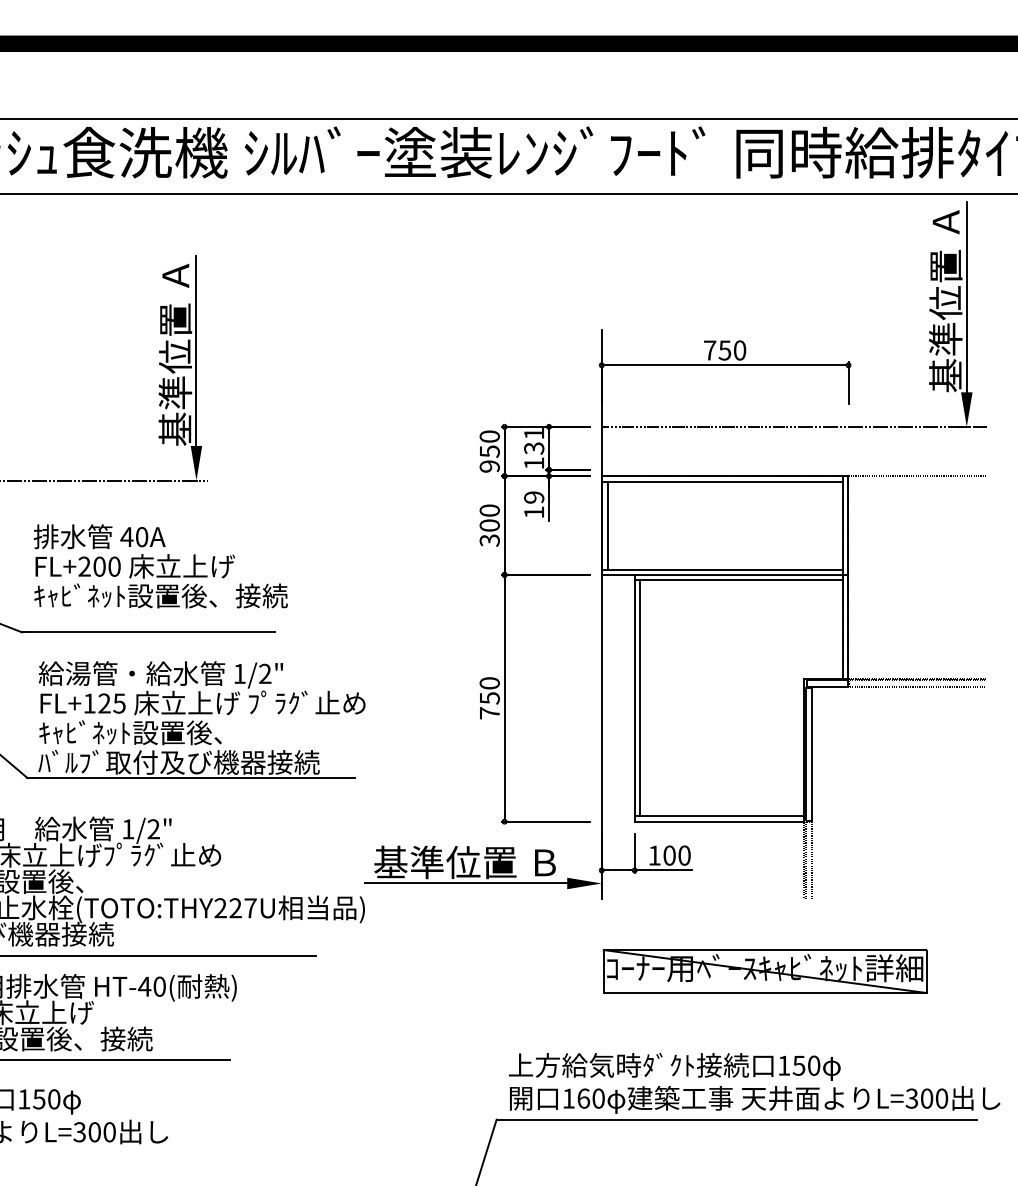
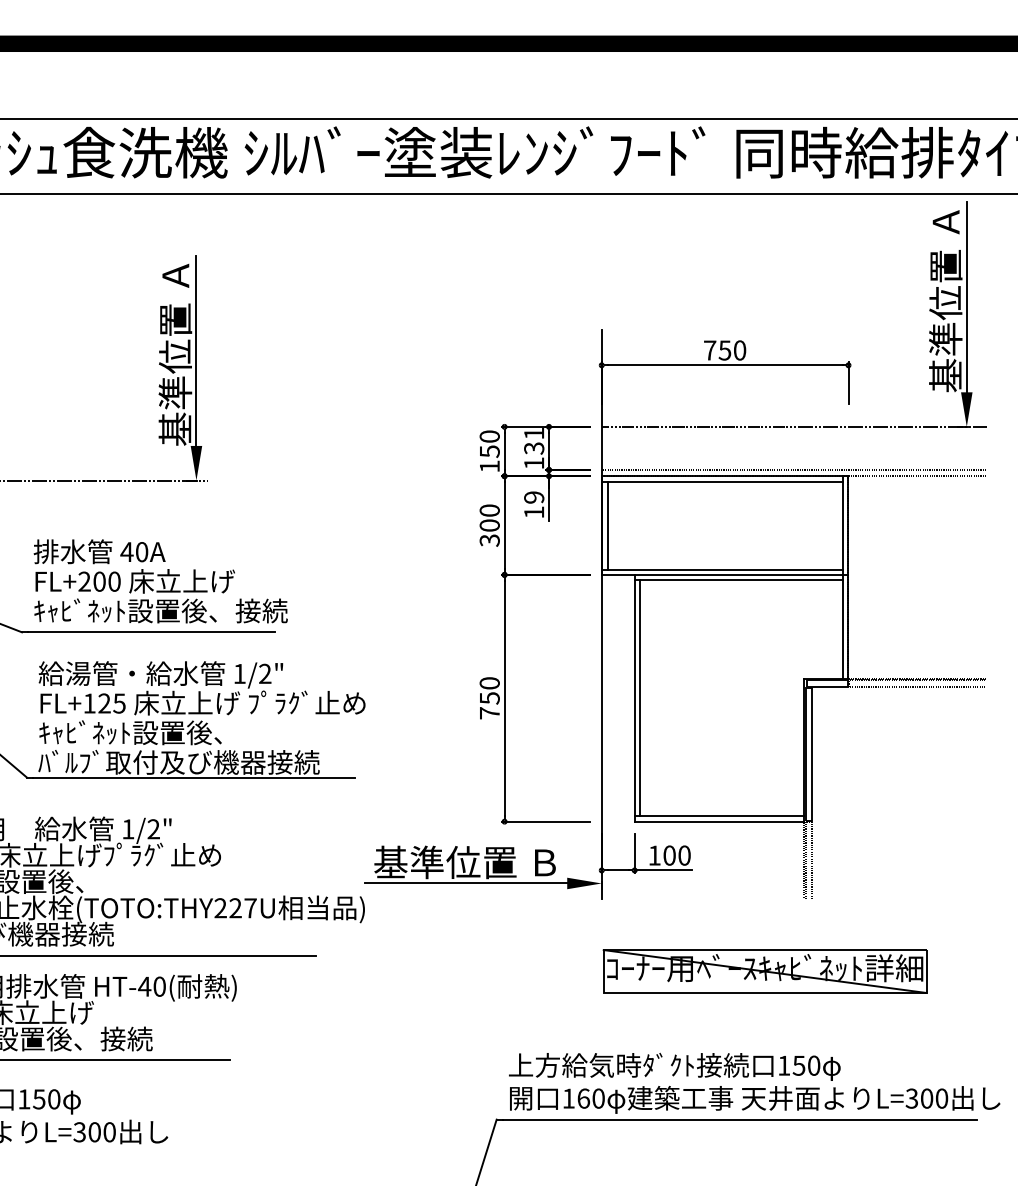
text at (489, 466): 950 -> 150
line at (793, 469): none -> present
text at (160, 566) position: (160, 566) -> (160, 581)
